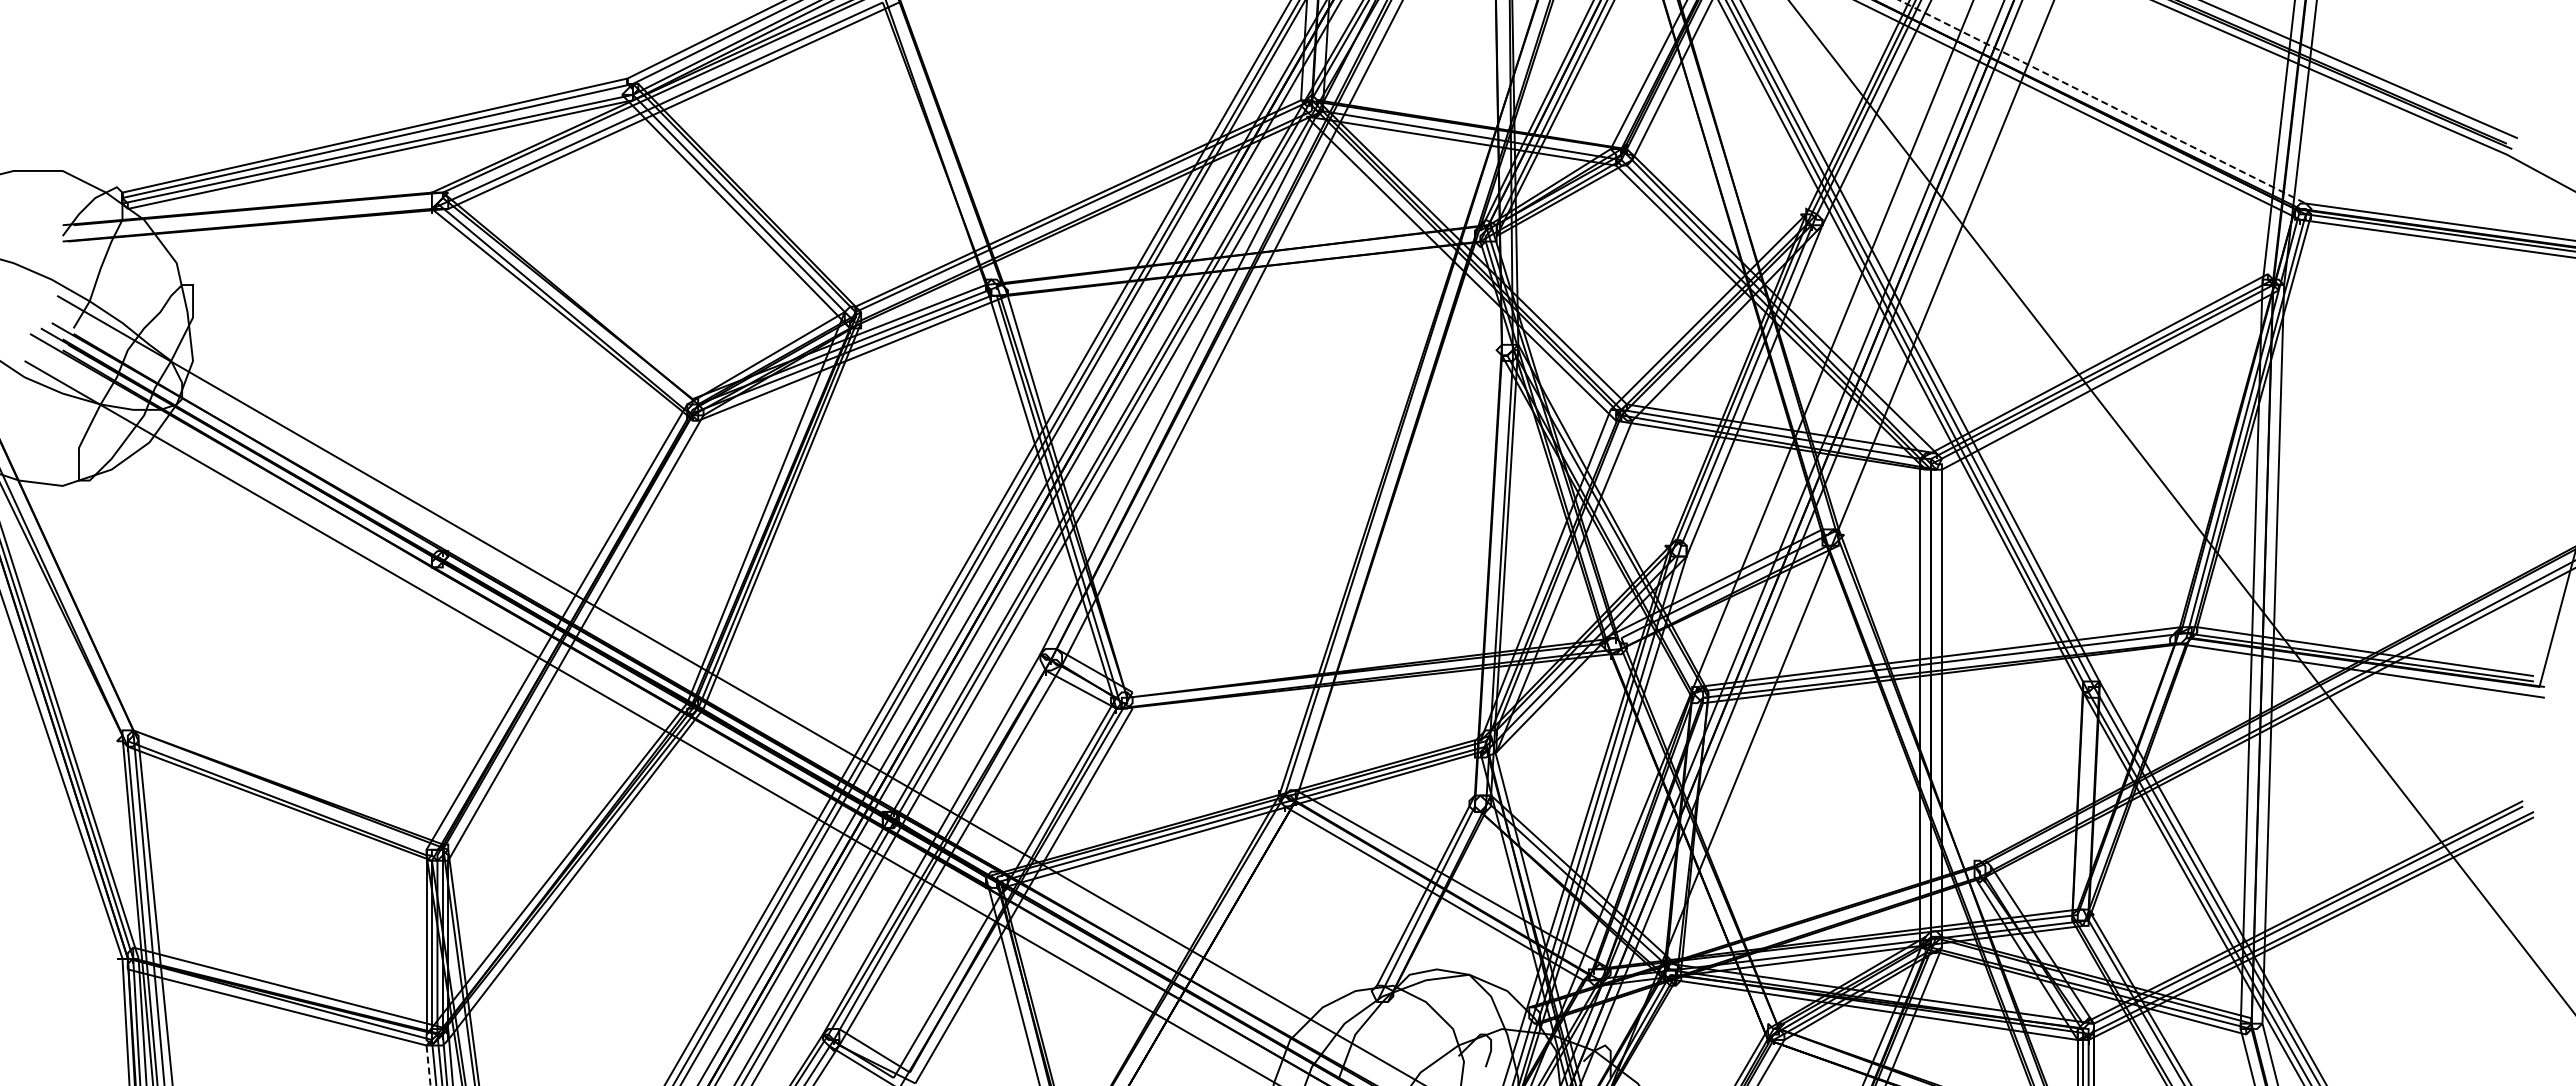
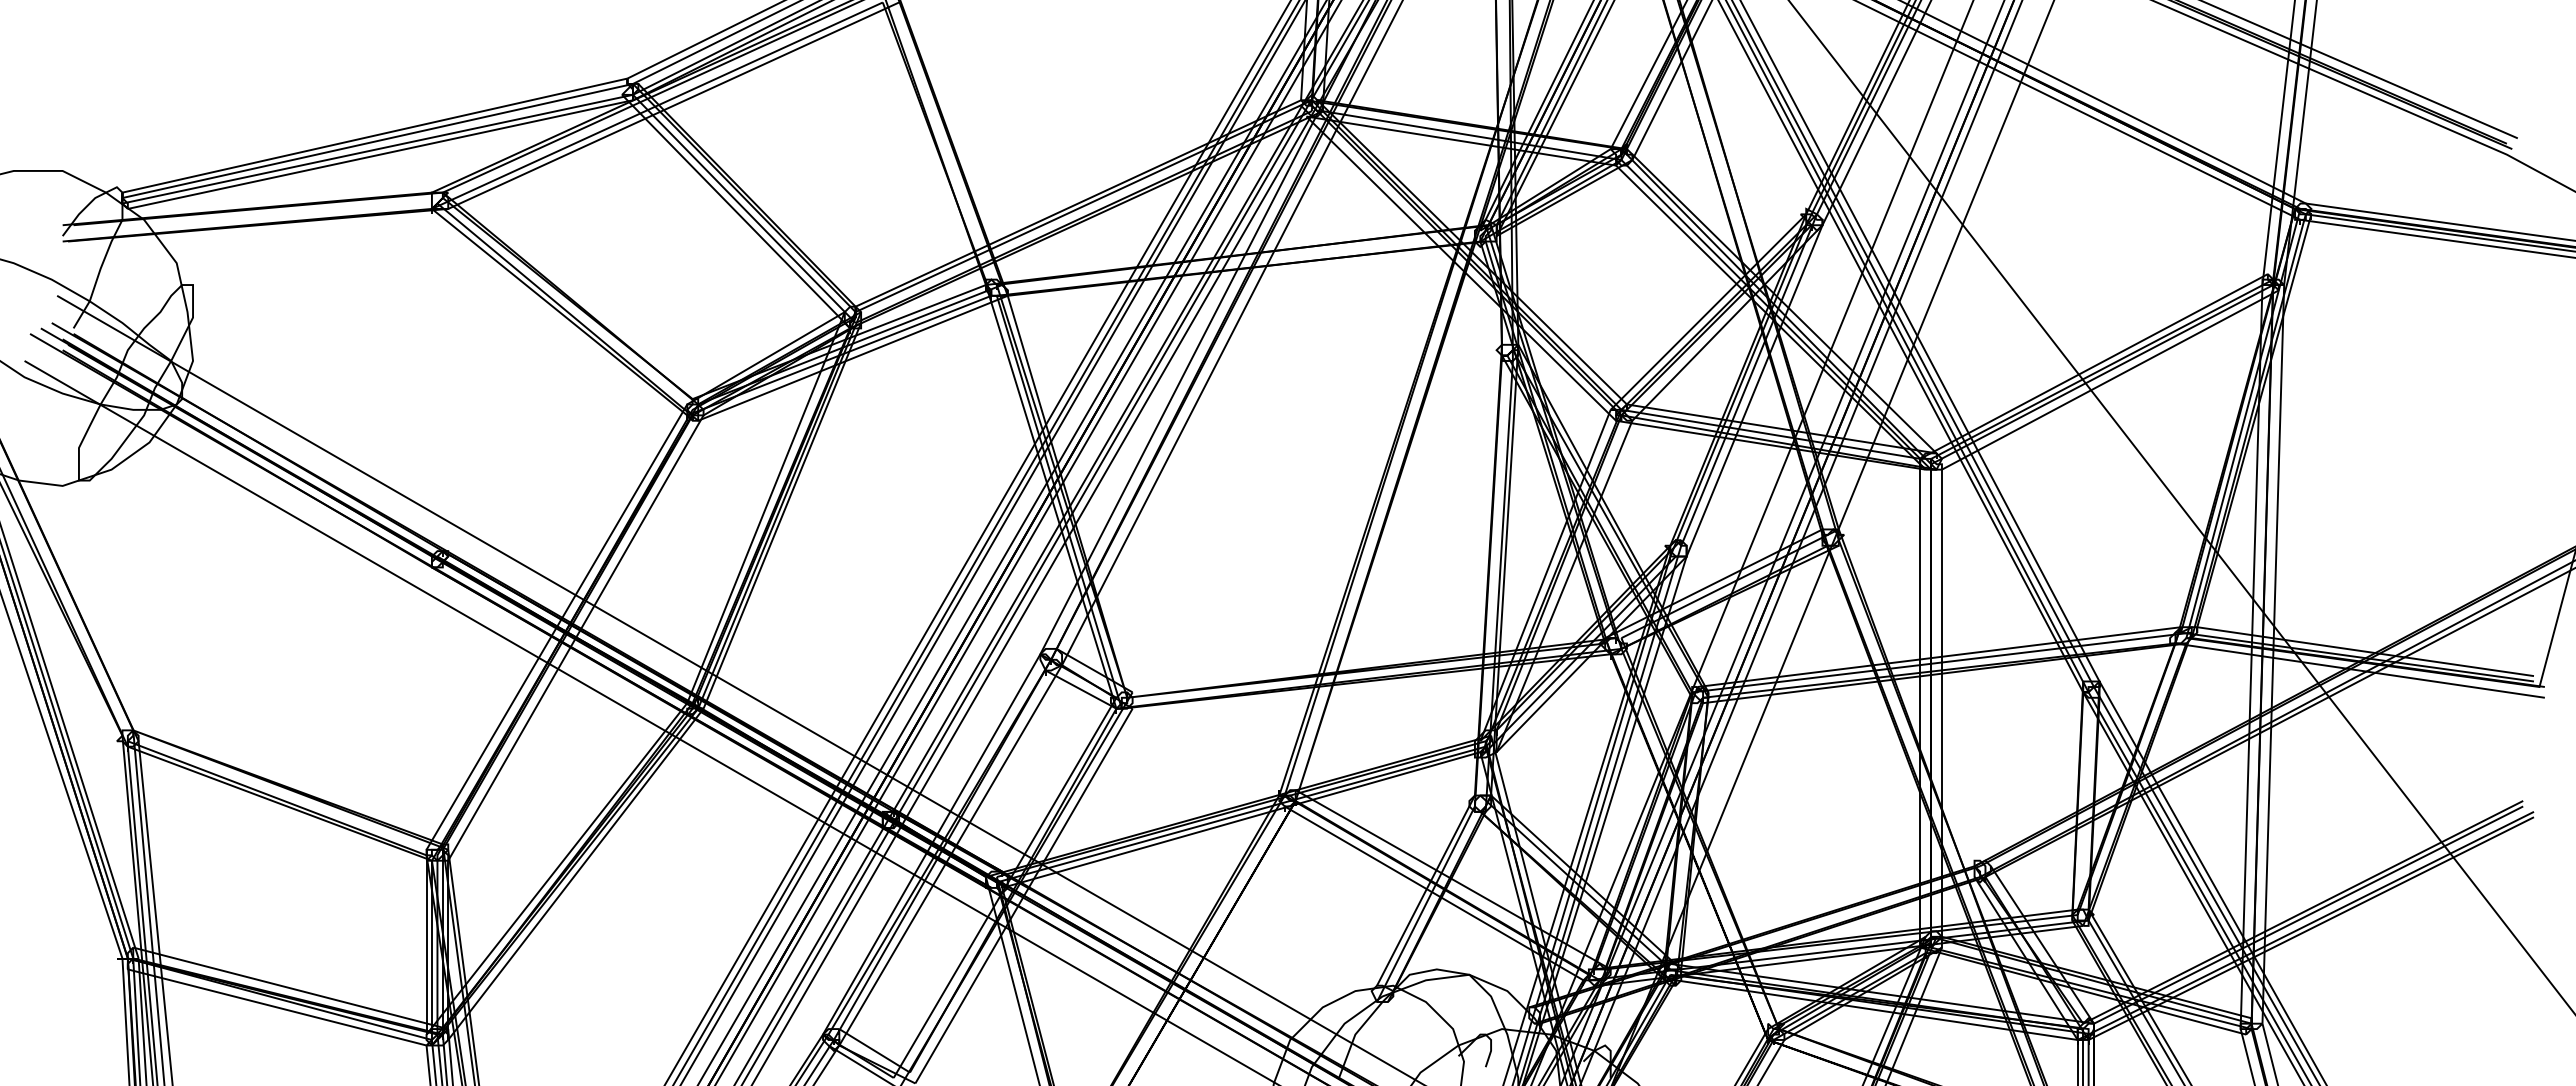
line at (2102, 102): dashed -> solid
line at (428, 1065): dashed -> solid
